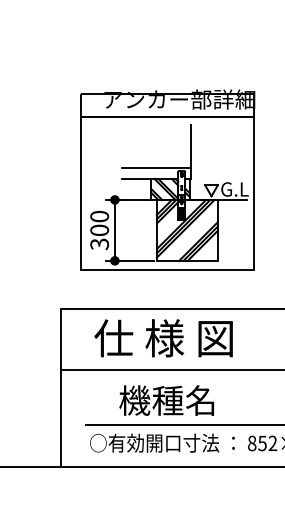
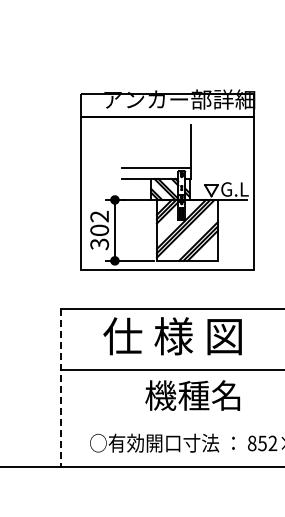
text at (99, 216): 300 -> 302
text at (163, 338) position: (163, 338) -> (172, 336)
line at (61, 388): solid -> dashed
text at (166, 400) position: (166, 400) -> (192, 395)
line at (183, 424): present -> none
